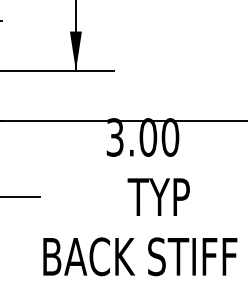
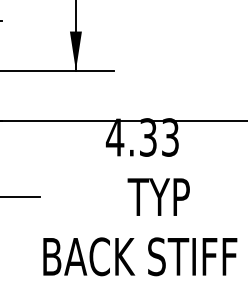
text at (142, 137): 3.00 -> 4.33
